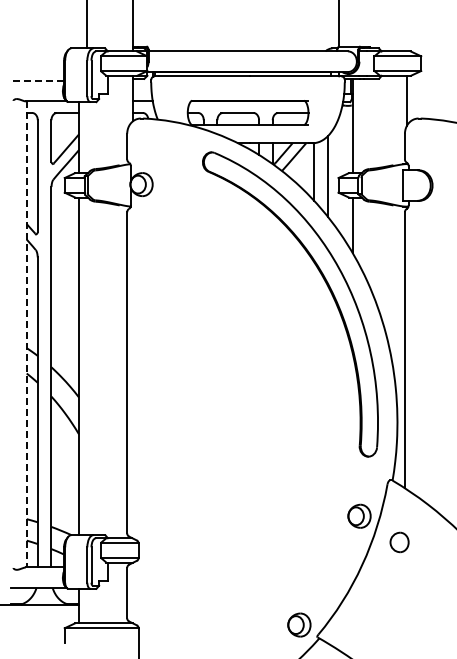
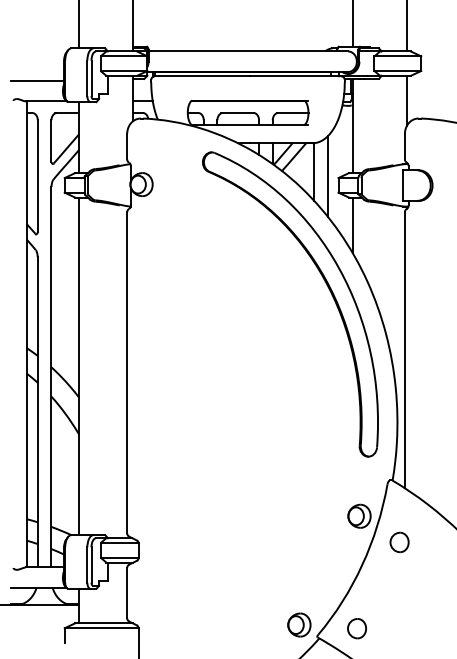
line at (338, 24) position: (338, 24) -> (352, 24)
line at (87, 25) position: (87, 25) -> (79, 25)
line at (406, 26): none -> present
line at (37, 80): dashed -> solid
line at (26, 334): dashed -> solid
part at (356, 628): none -> present
